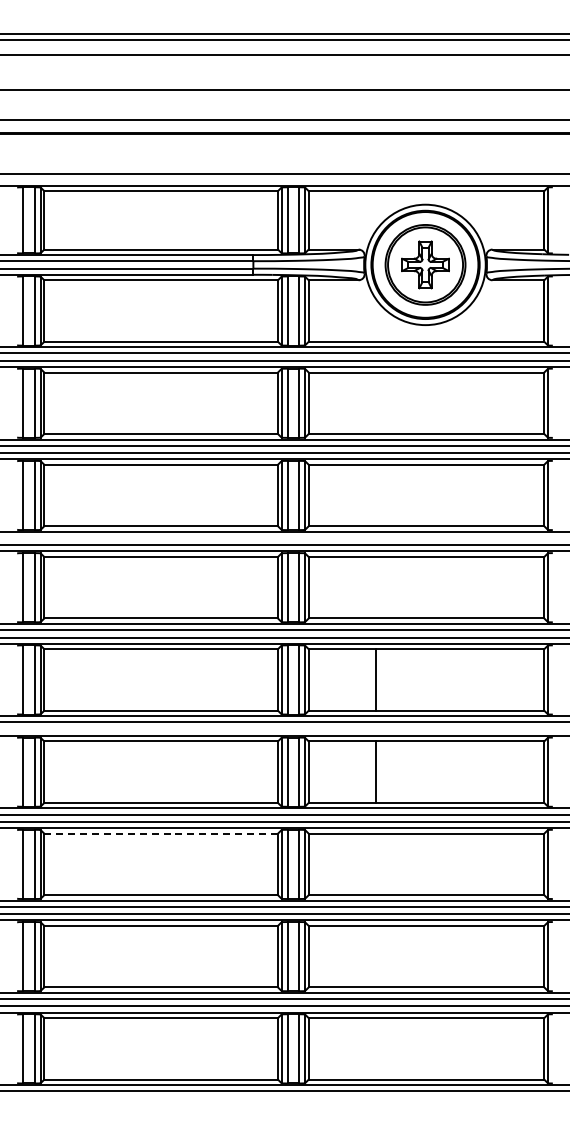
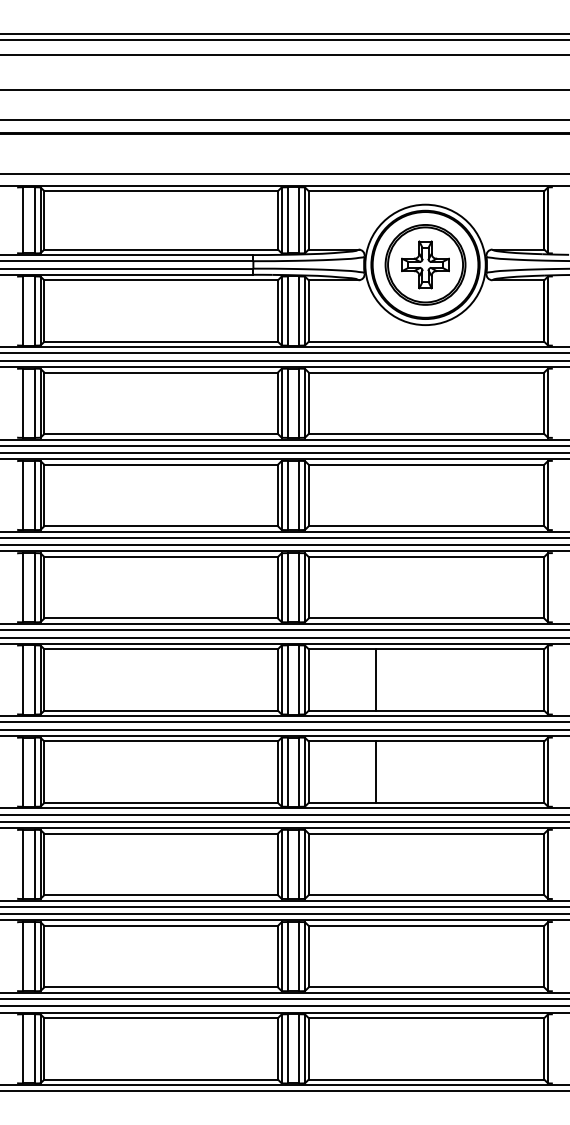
line at (284, 537): none -> present
line at (284, 729): none -> present
line at (161, 833): dashed -> solid
